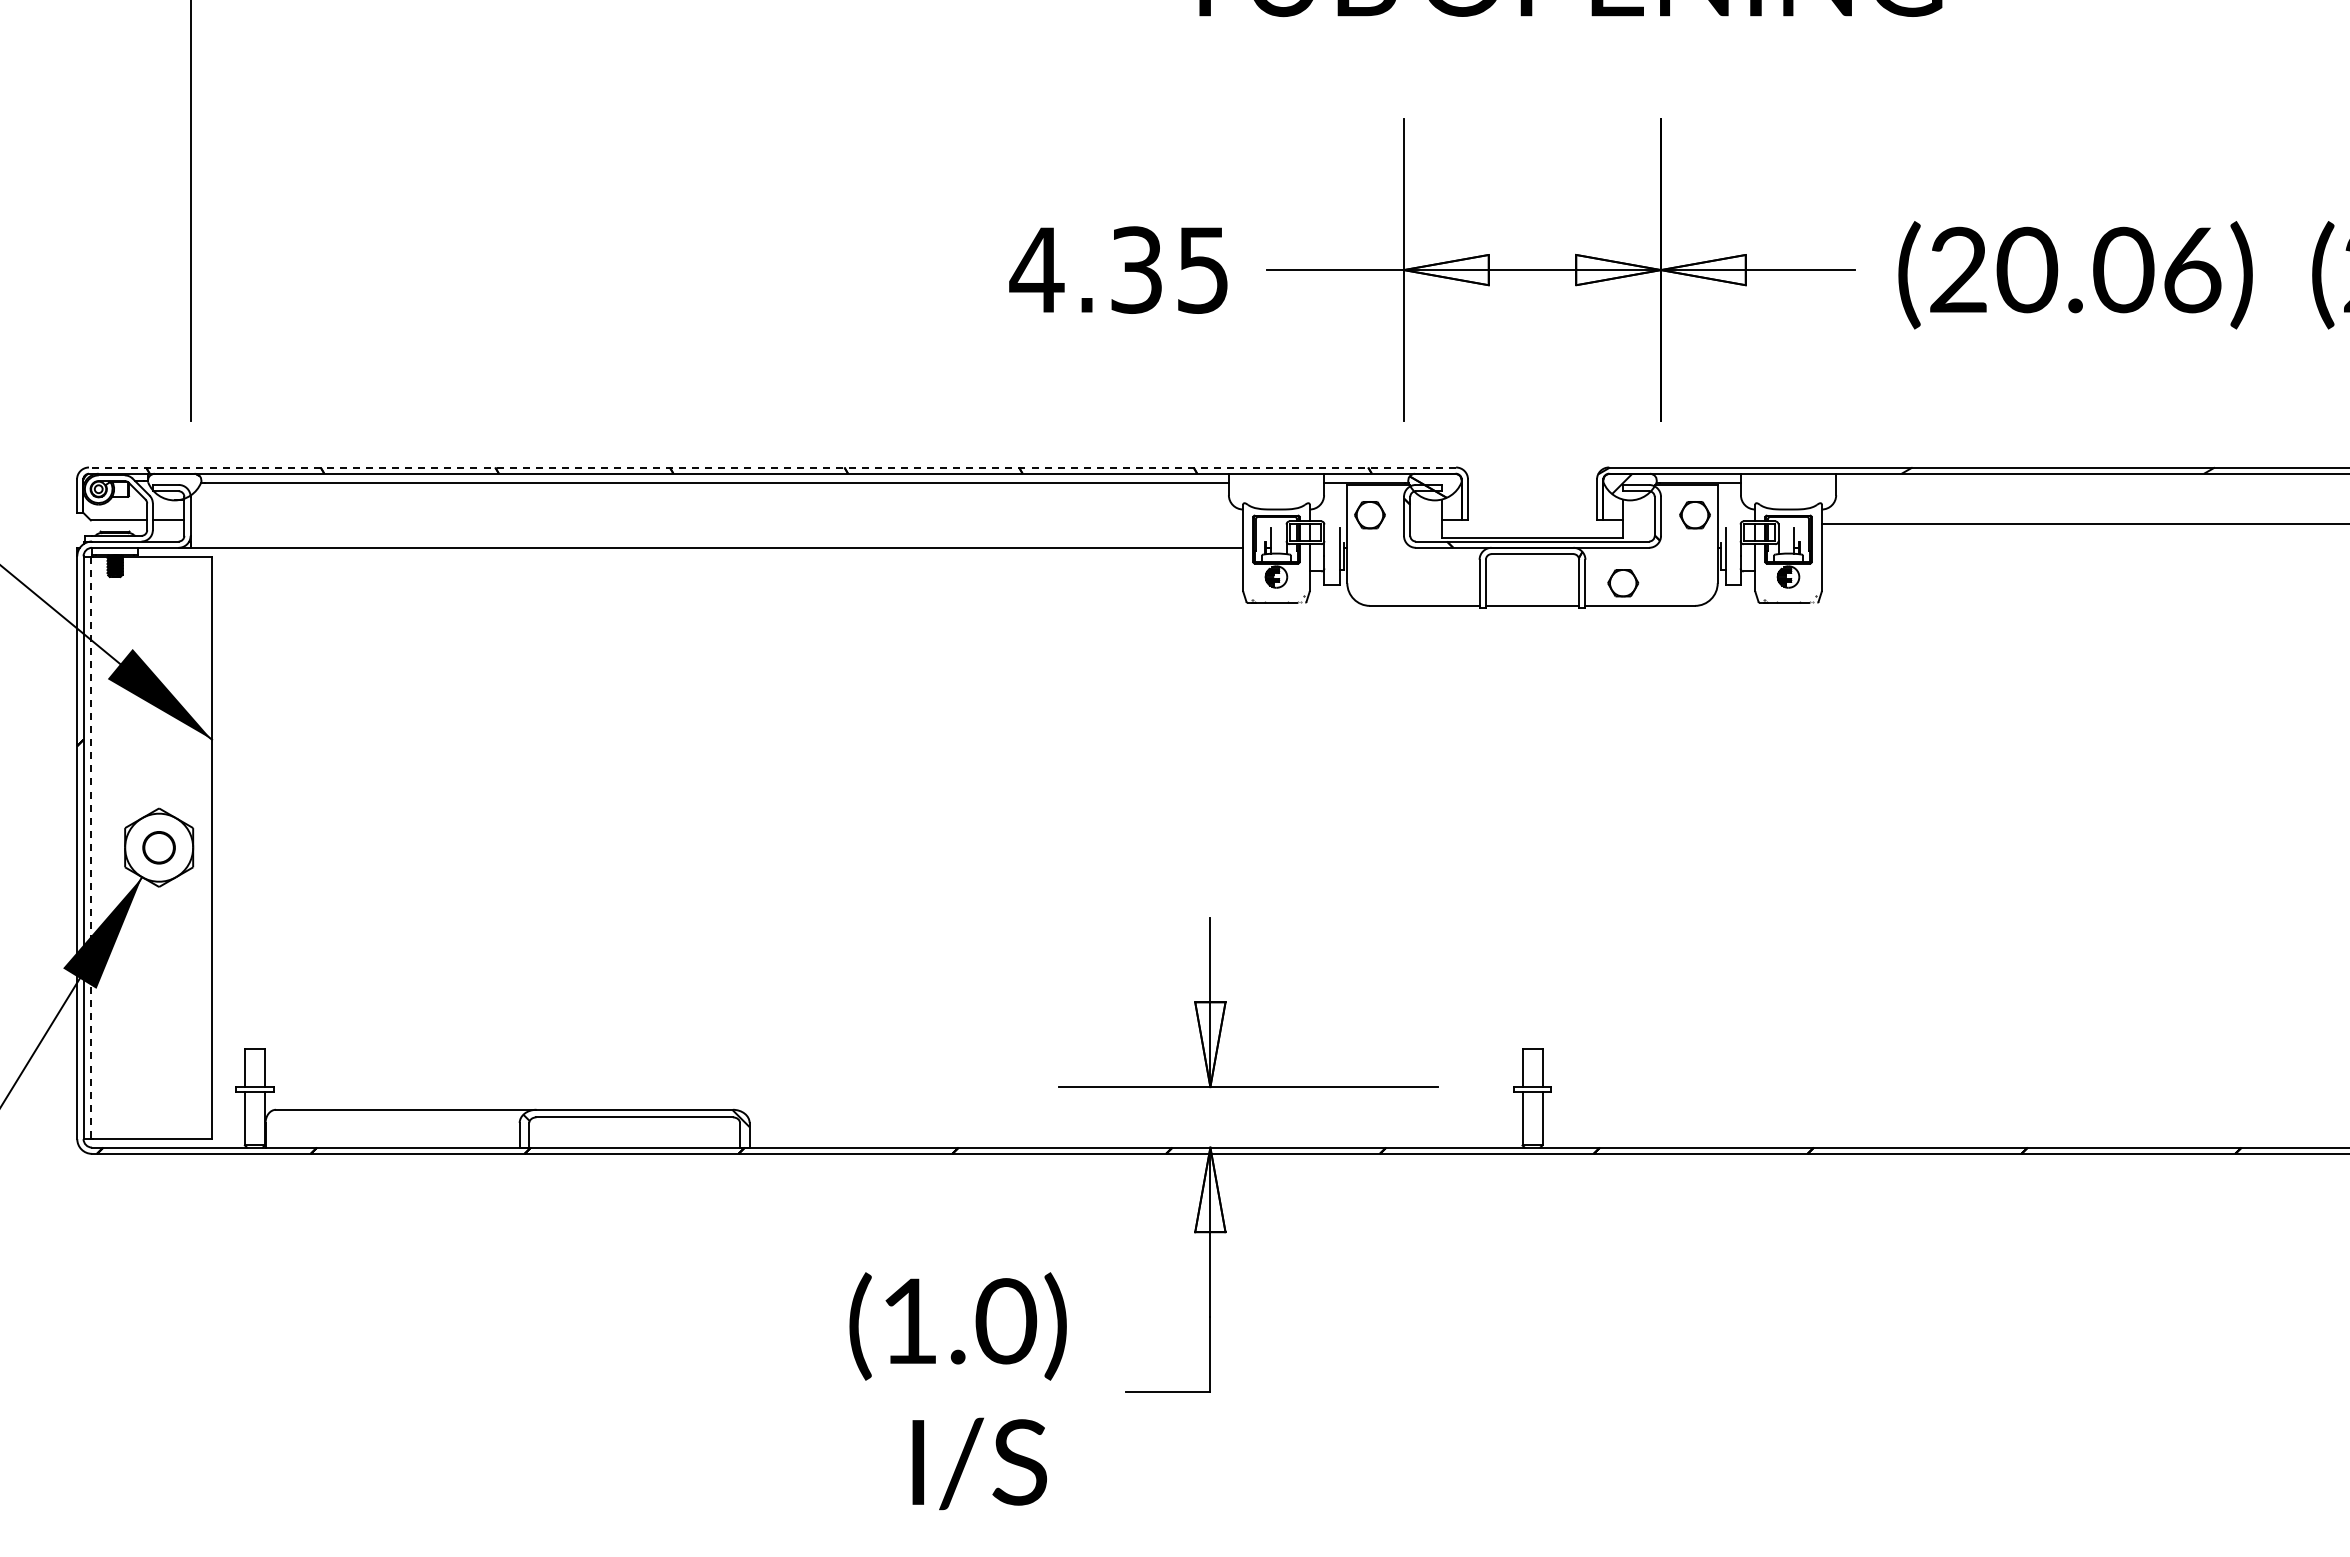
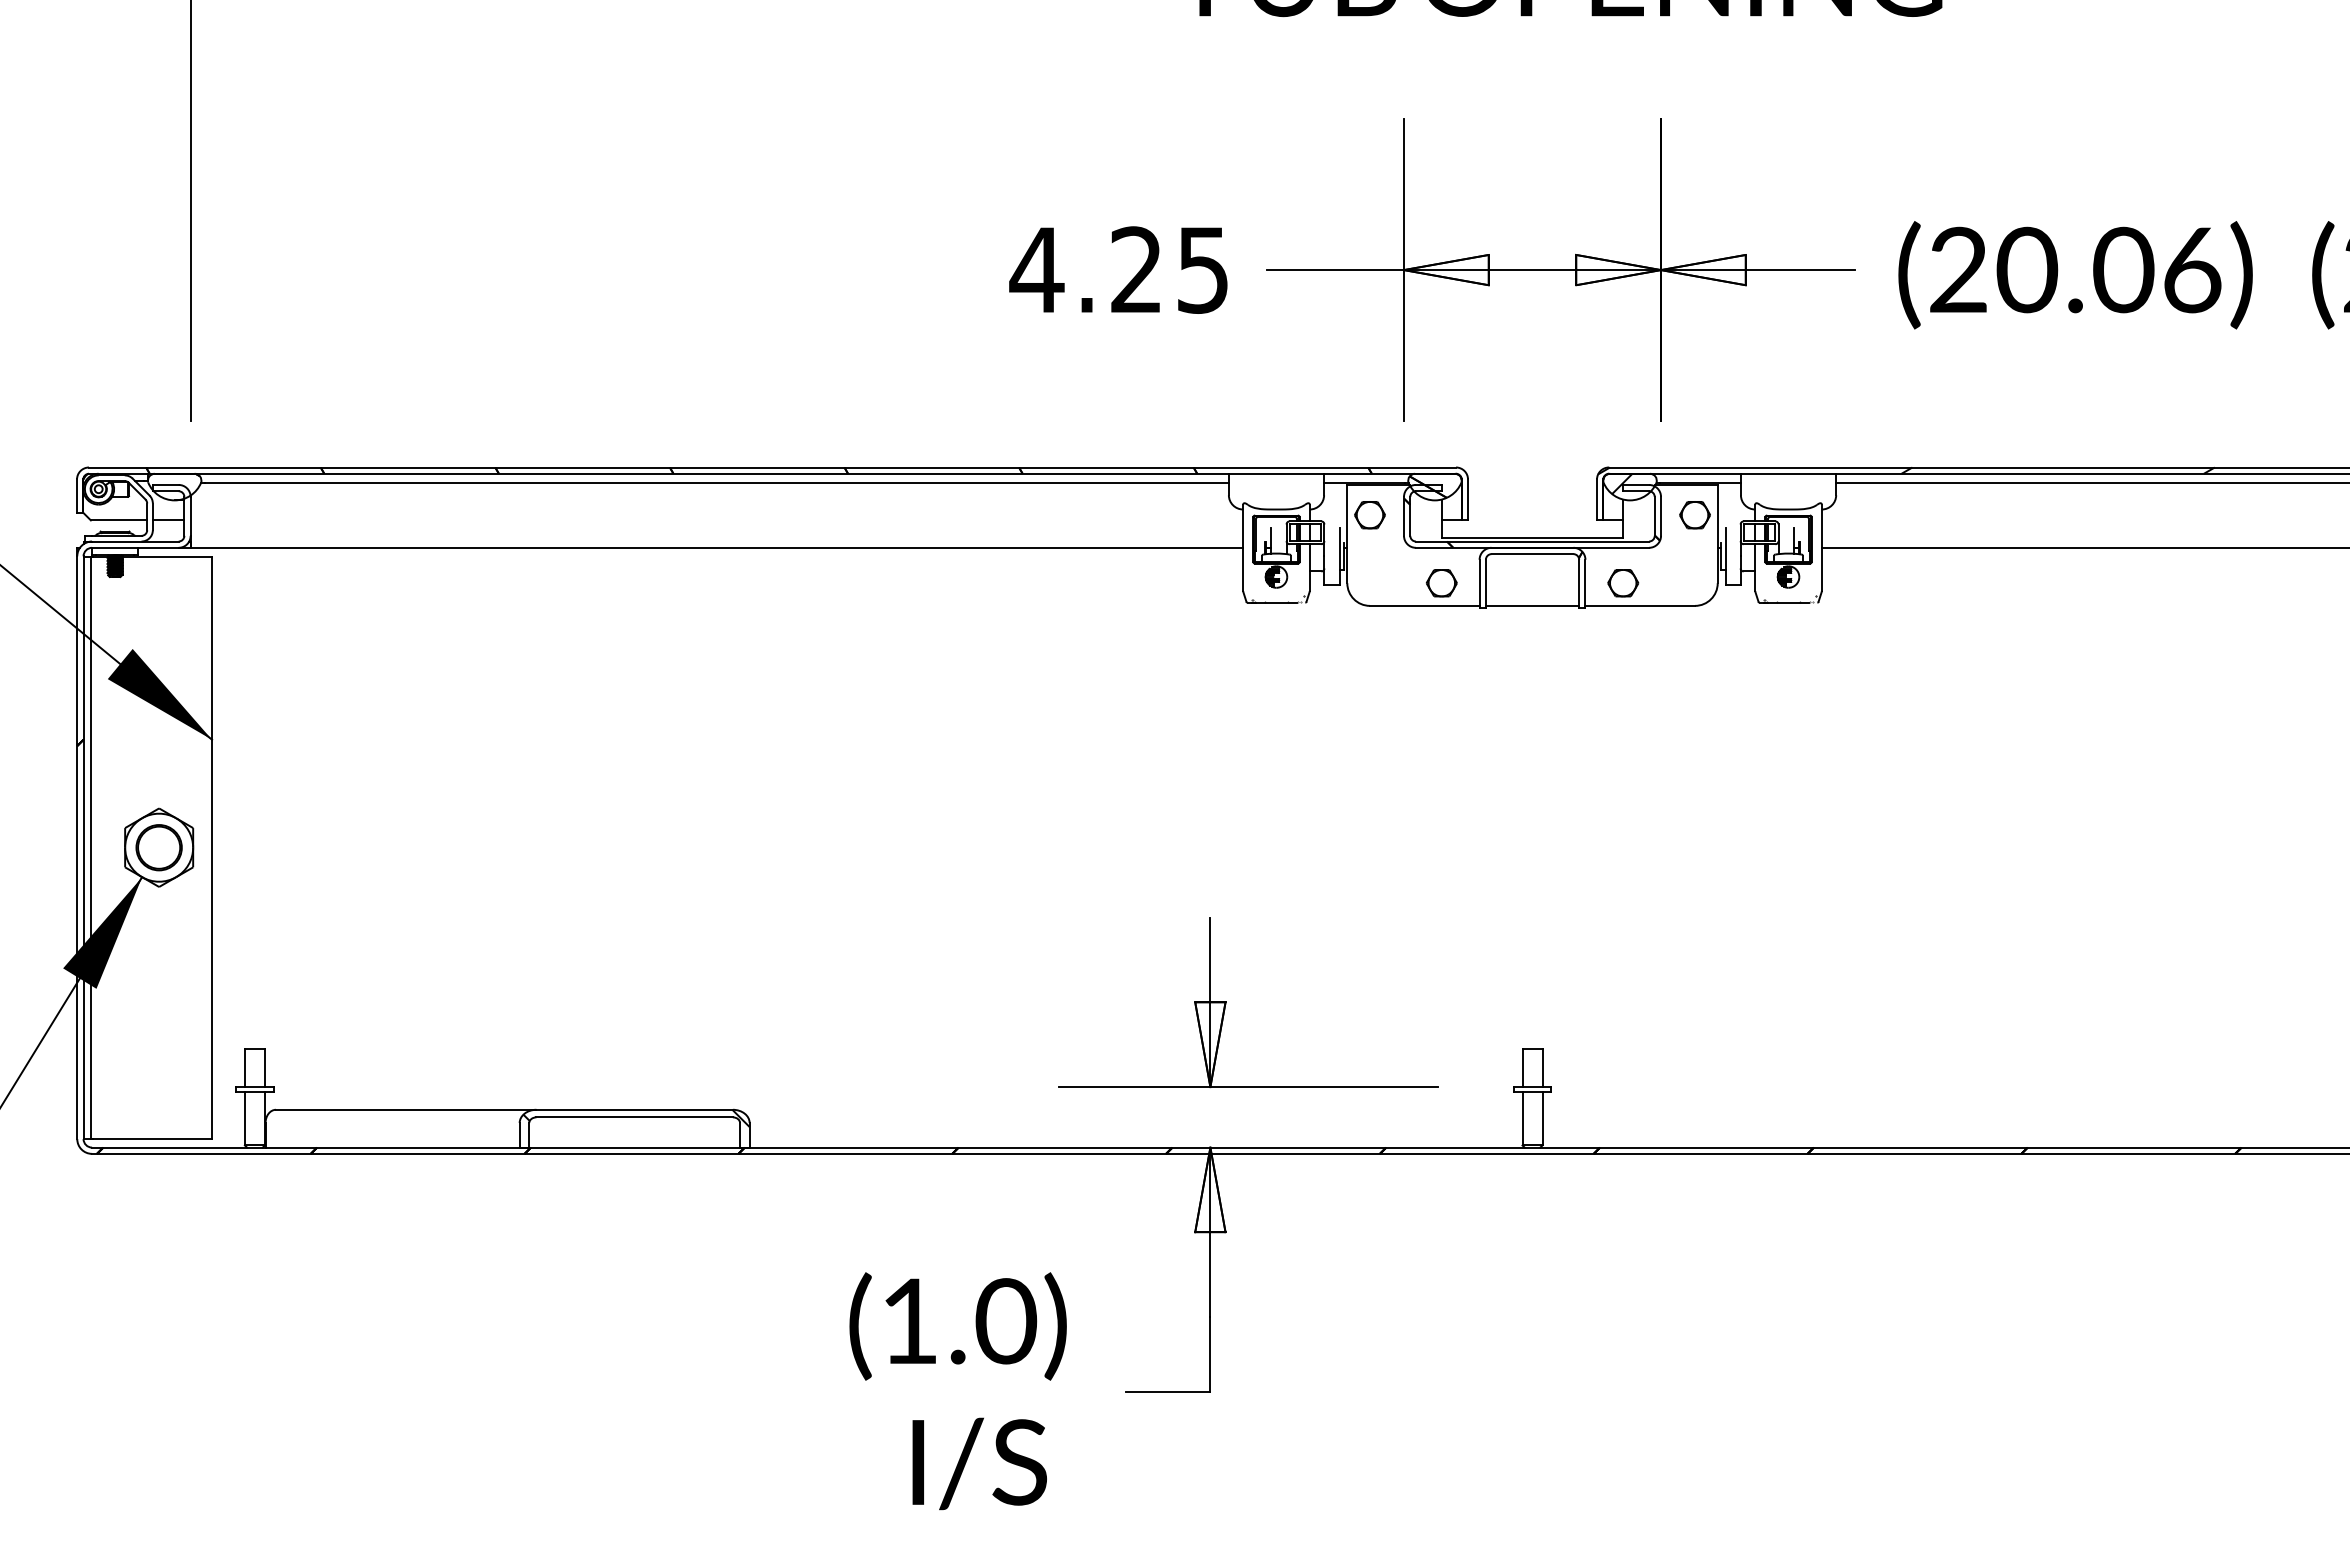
text at (1136, 269): 4.35 -> 4.25
line at (772, 467): dashed -> solid
line at (2091, 482): none -> present
line at (2083, 523) position: (2083, 523) -> (2083, 547)
part at (1441, 583): none -> present
part at (158, 847) size: 34x34 px -> 48x48 px
line at (91, 848): dashed -> solid
